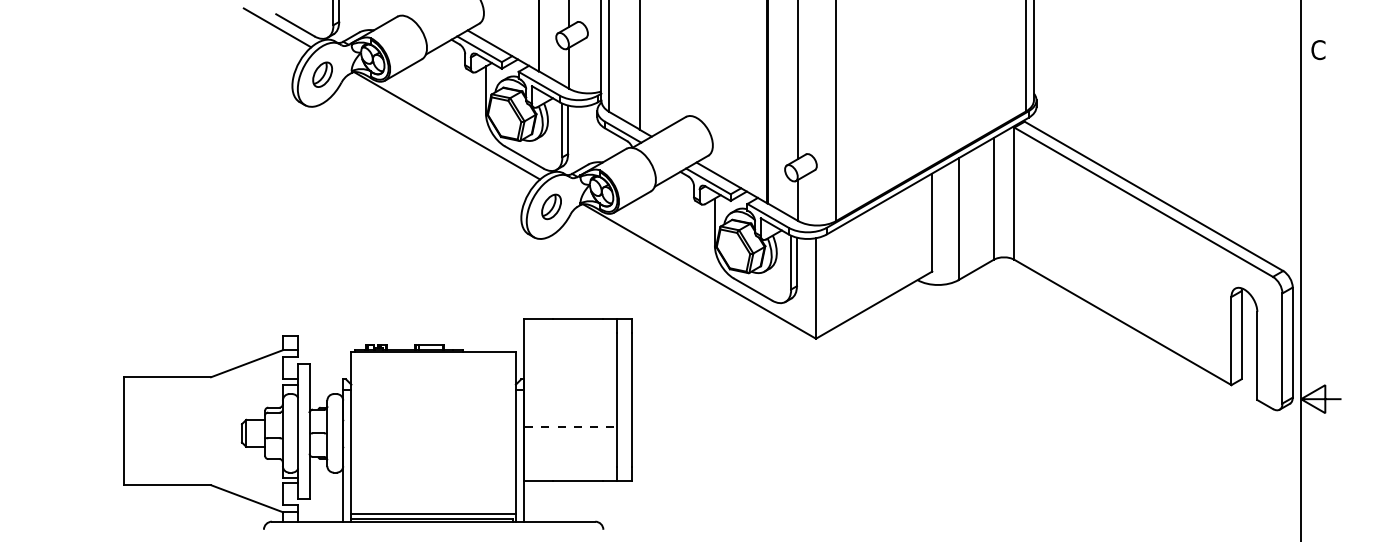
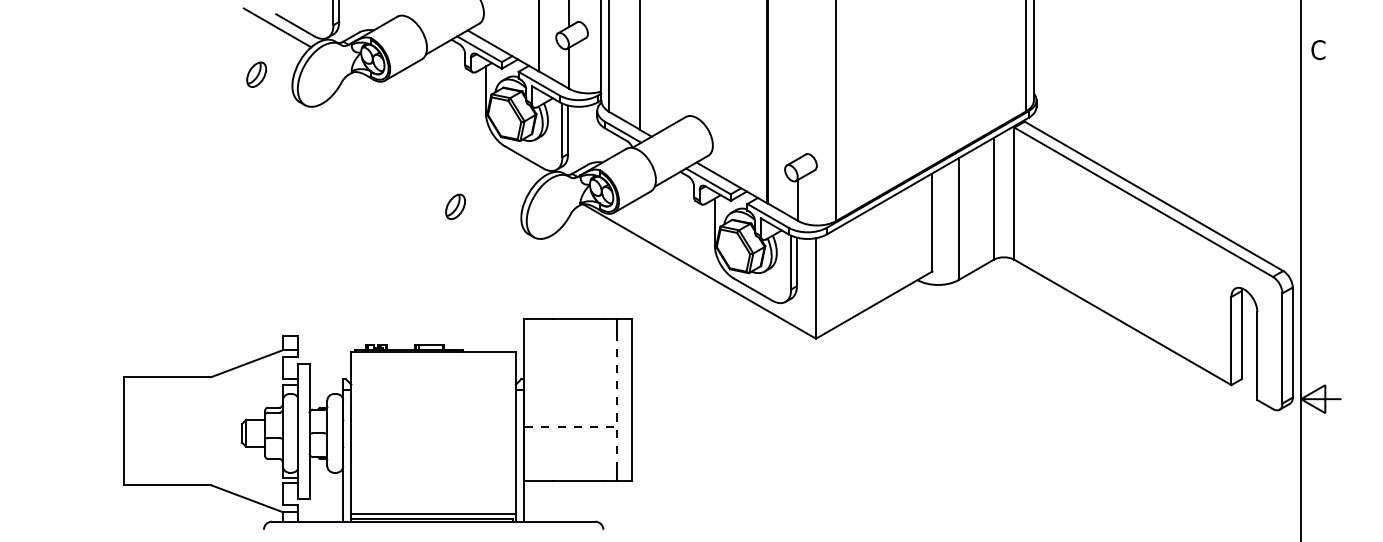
part at (322, 74) position: (322, 74) -> (256, 74)
line at (798, 80): present -> none
line at (447, 125): present -> none
part at (551, 206) position: (551, 206) -> (455, 206)
line at (617, 400): solid -> dashed
